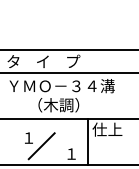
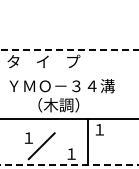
line at (69, 50): solid -> dashed
line at (68, 73): present -> none
text at (107, 129): 仕上 -> １
line at (70, 164): solid -> dashed
